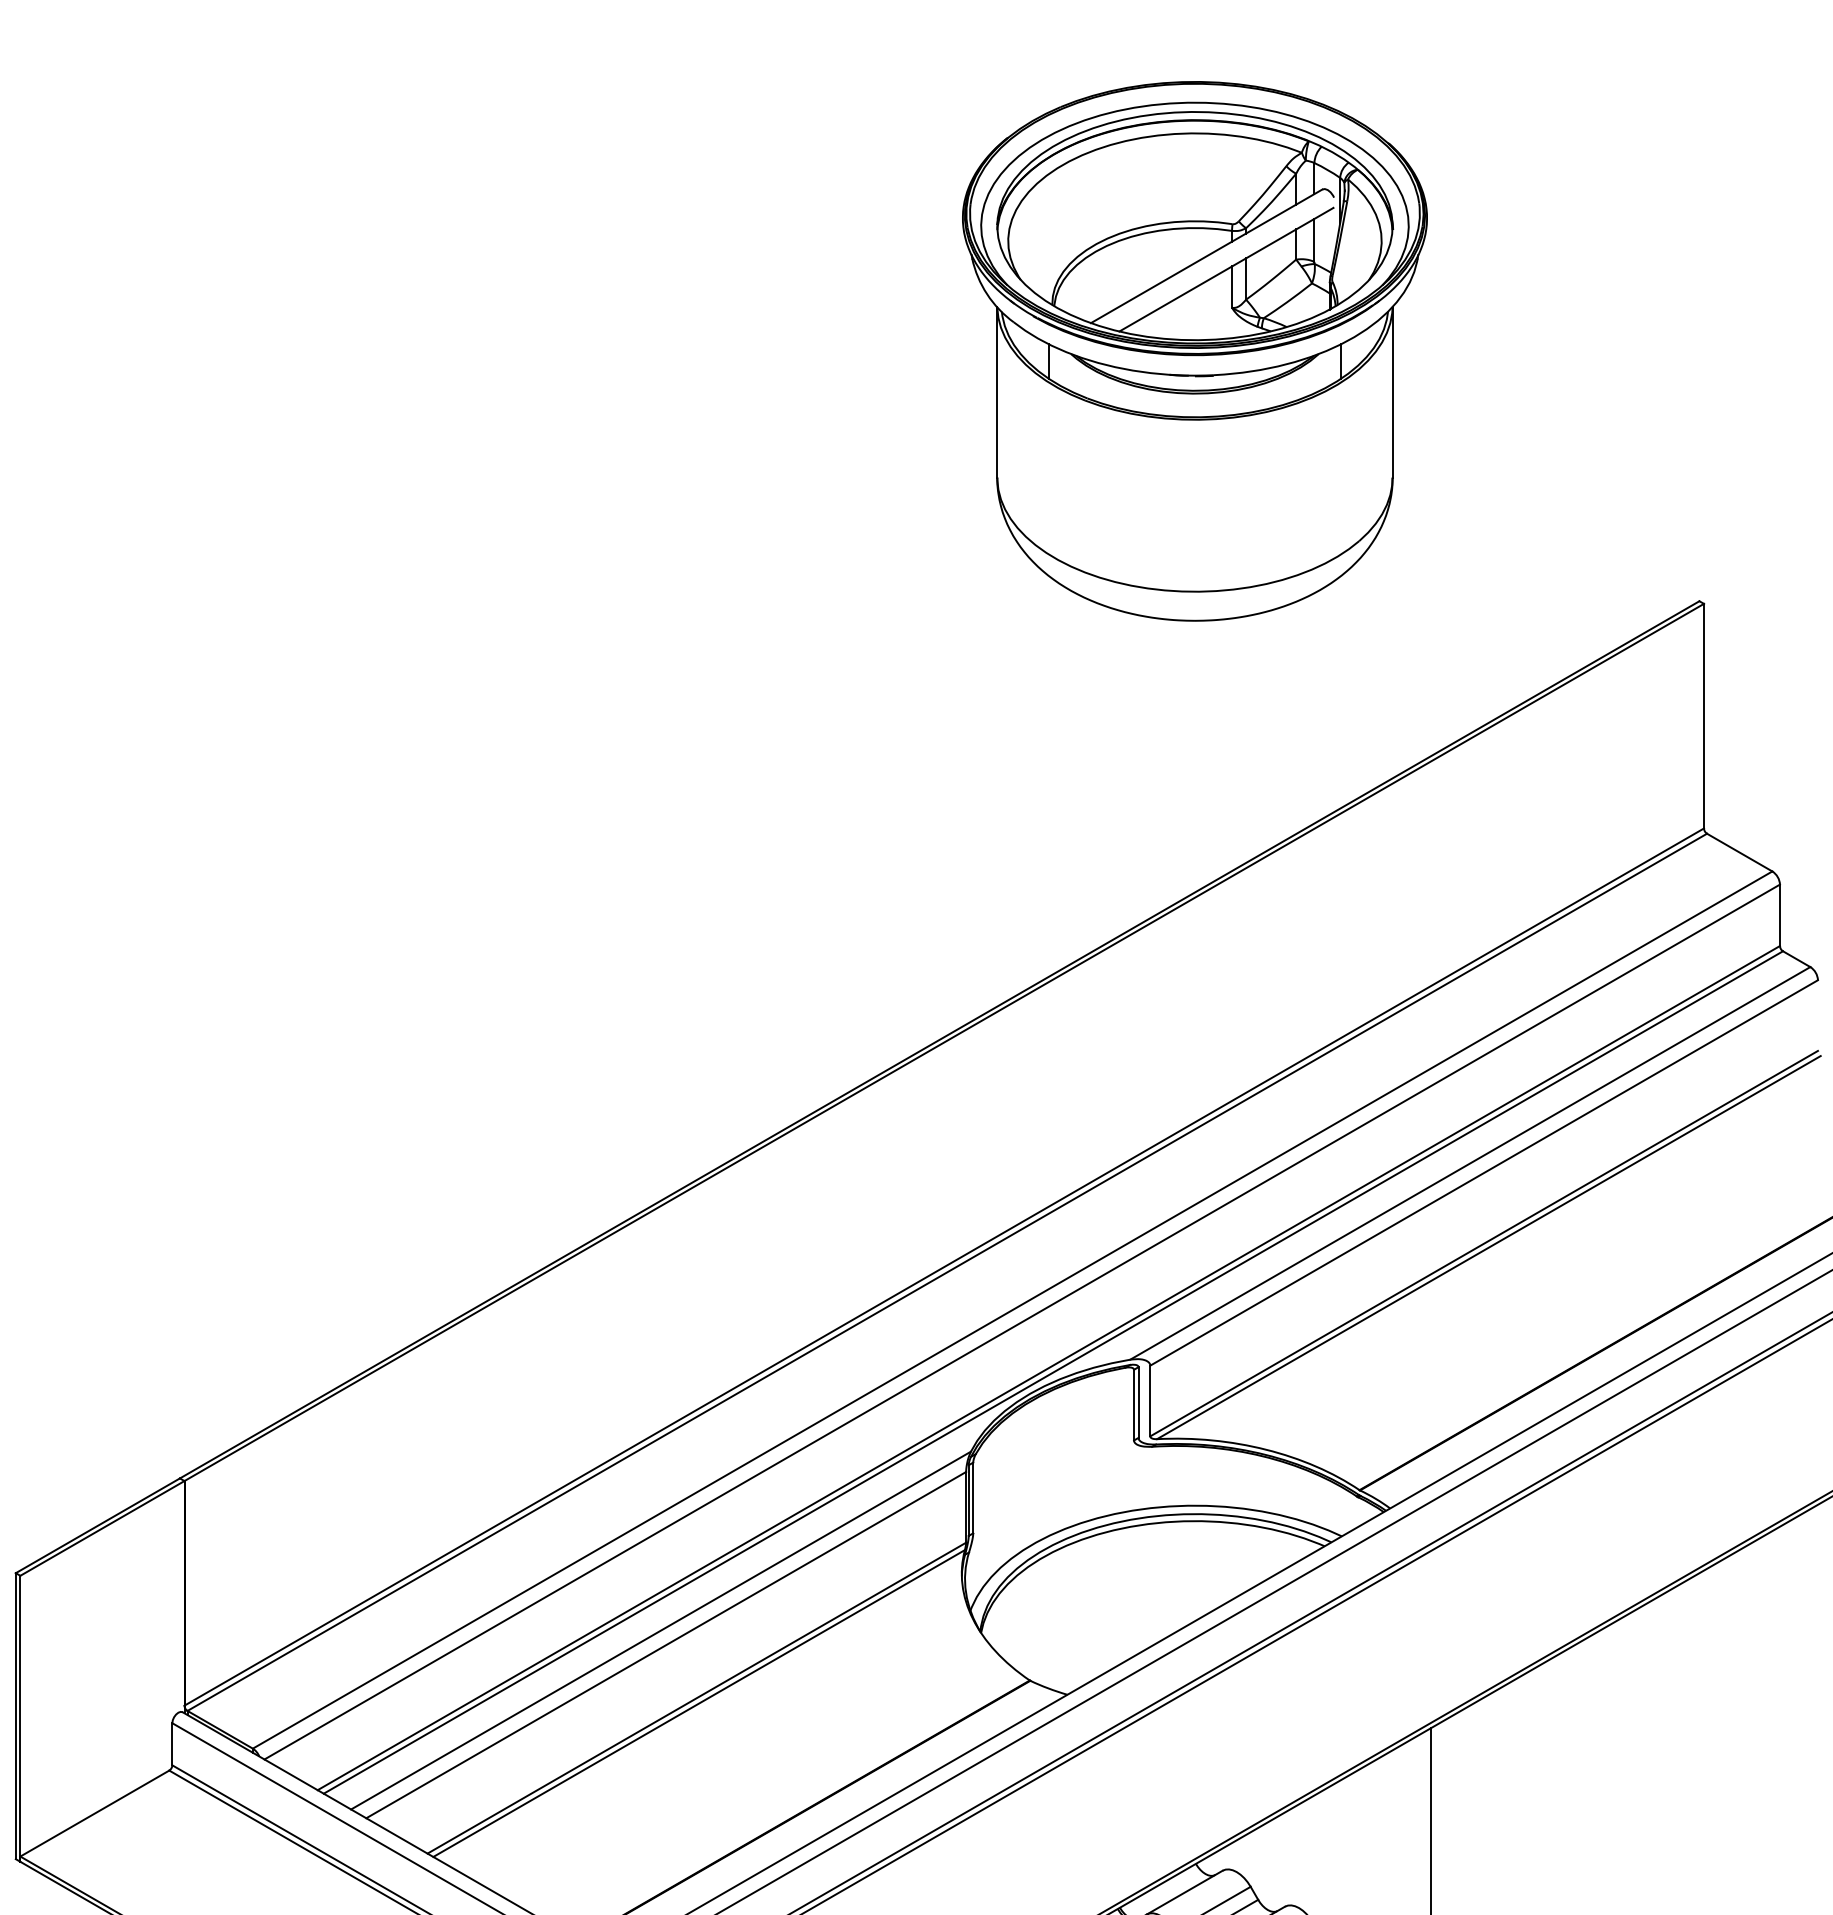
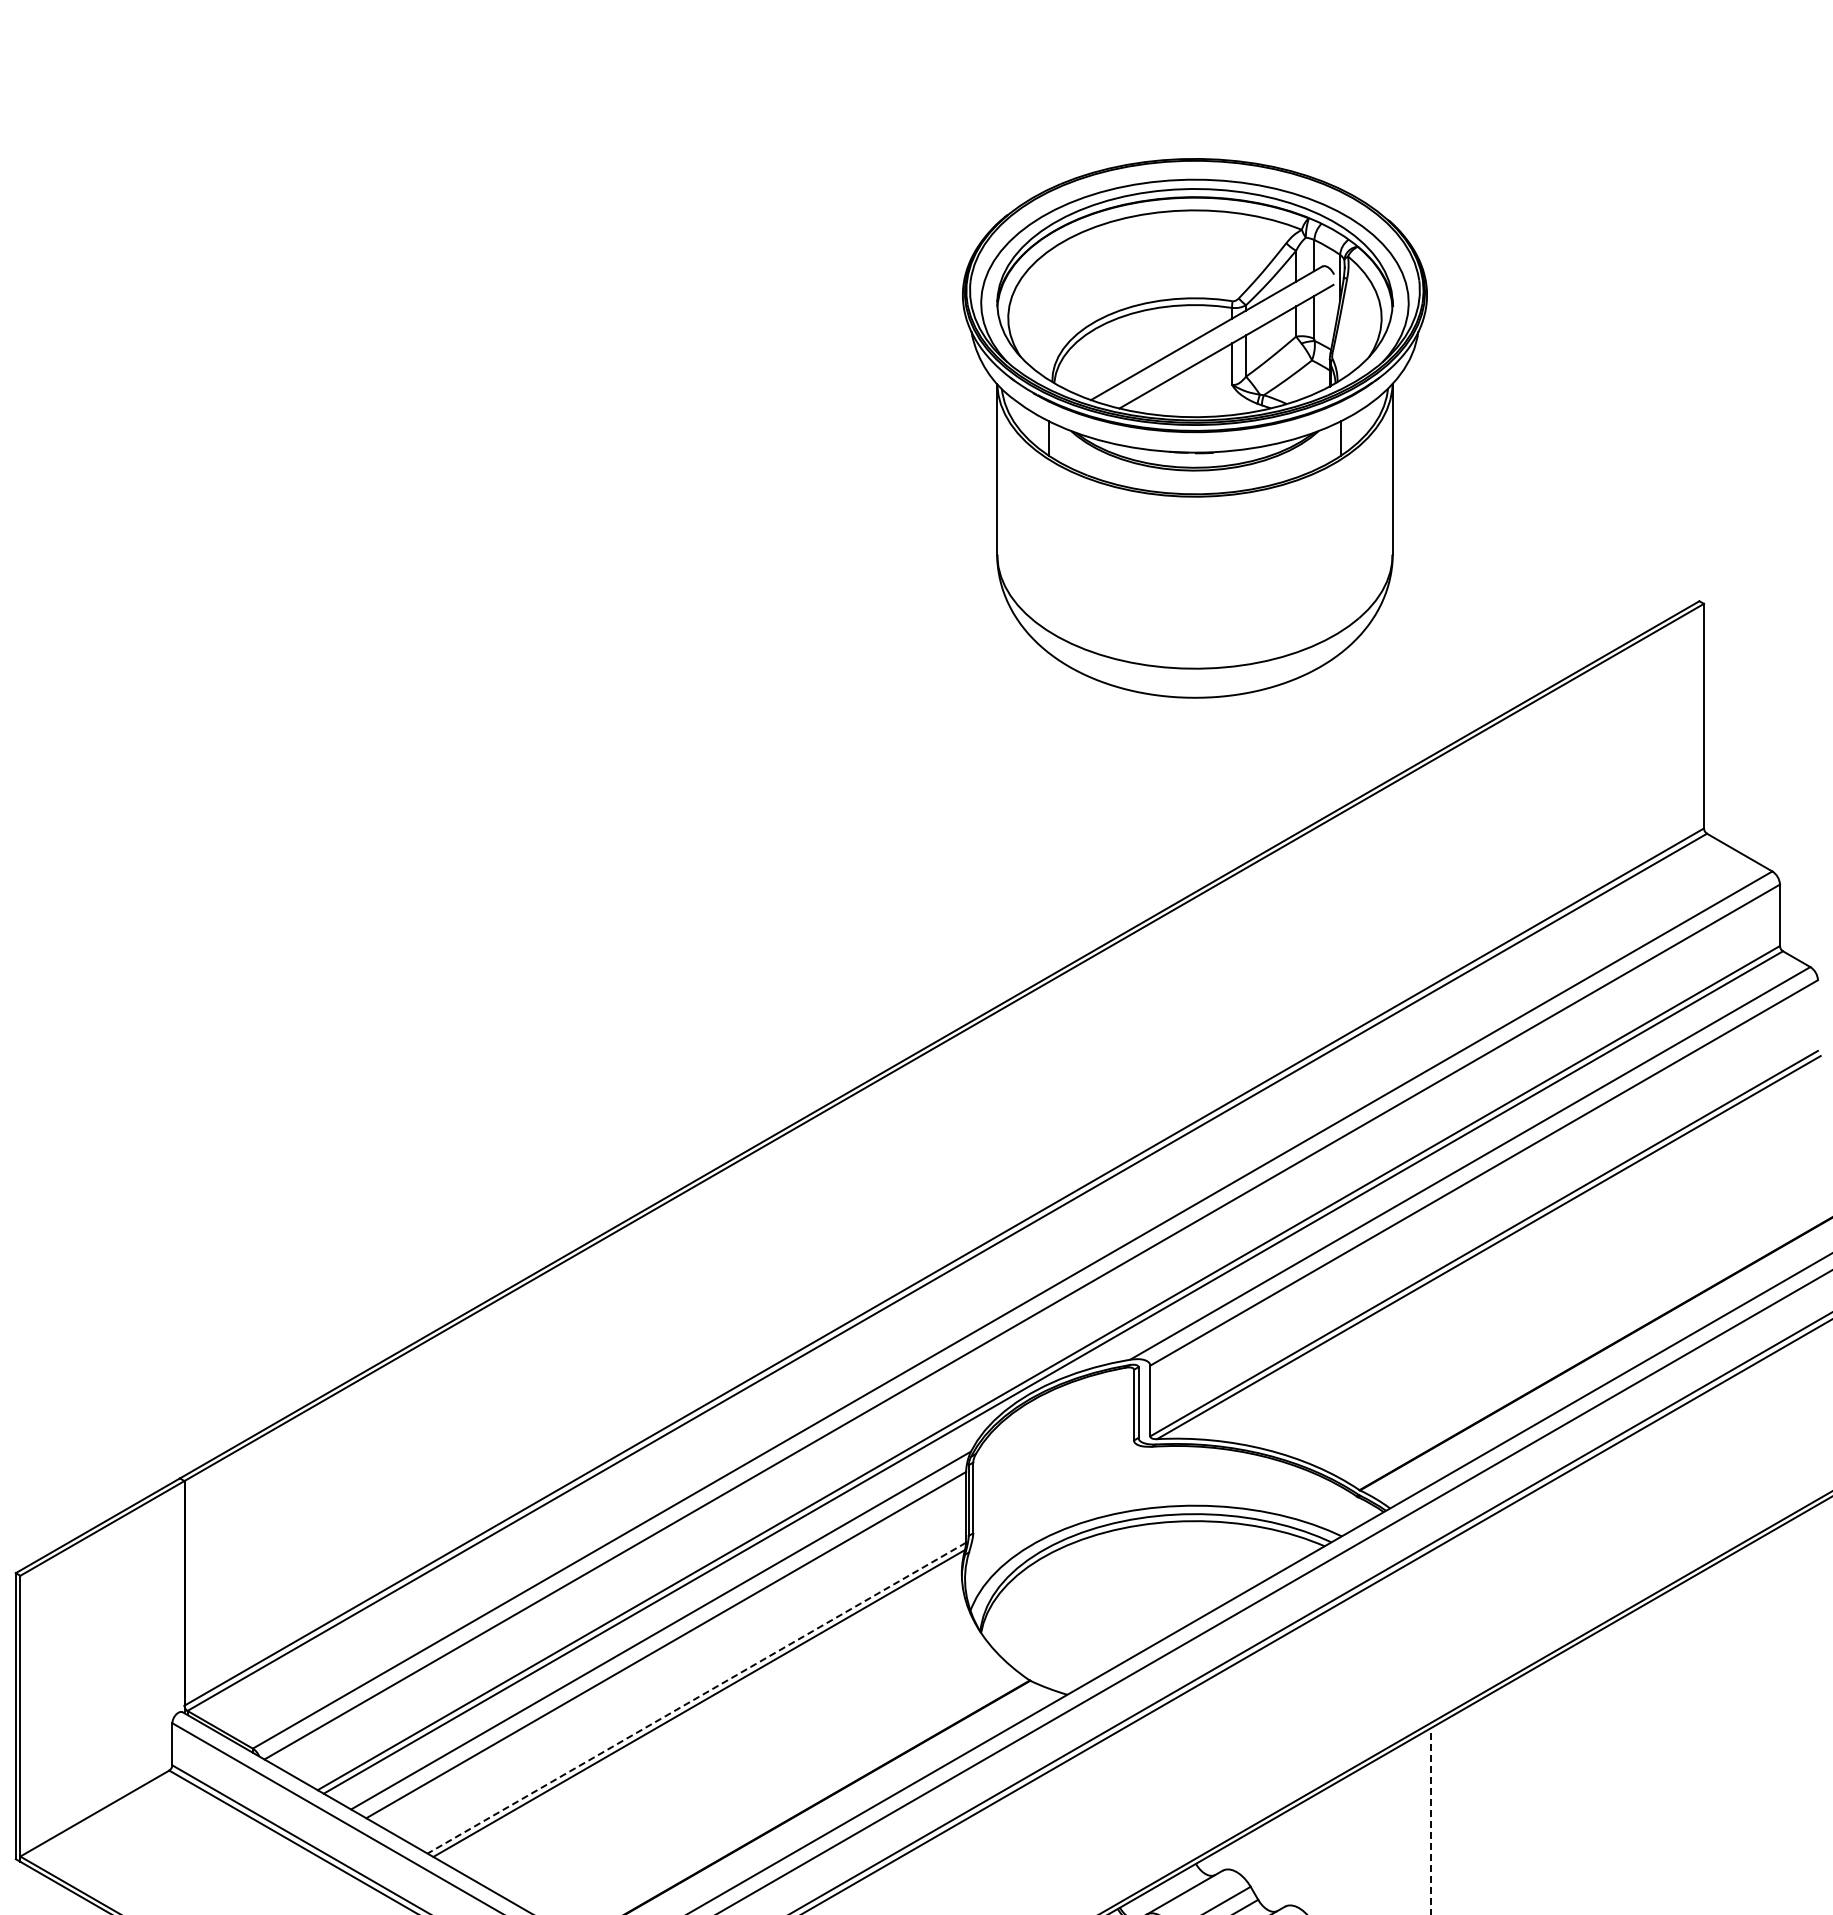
part at (1194, 351) position: (1194, 351) -> (1194, 428)
line at (696, 1698): solid -> dashed
line at (1431, 1820): solid -> dashed
